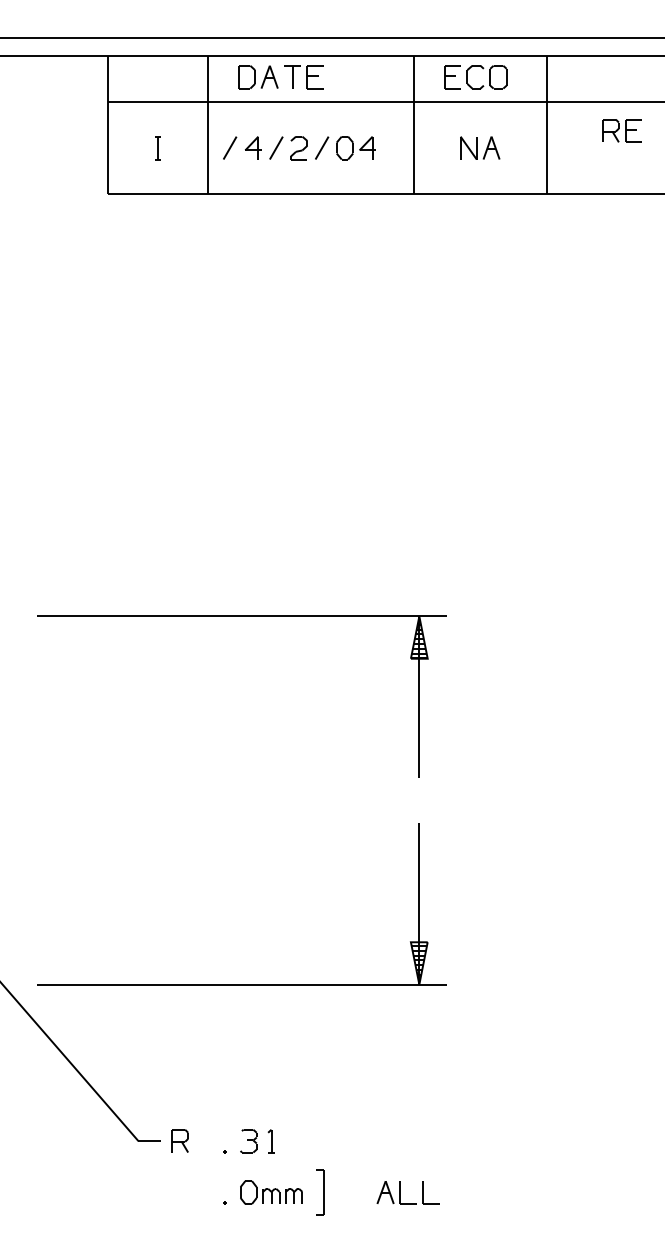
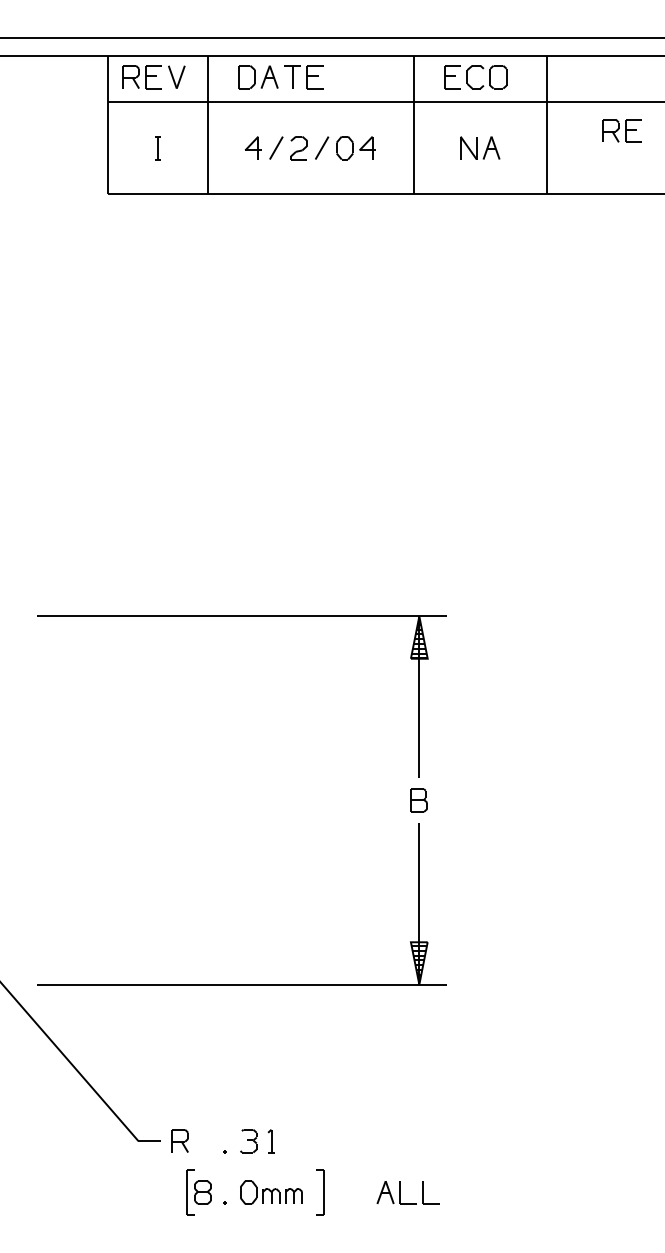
part at (153, 77): none -> present
line at (230, 147): present -> none
part at (418, 800): none -> present
part at (198, 1192): none -> present
